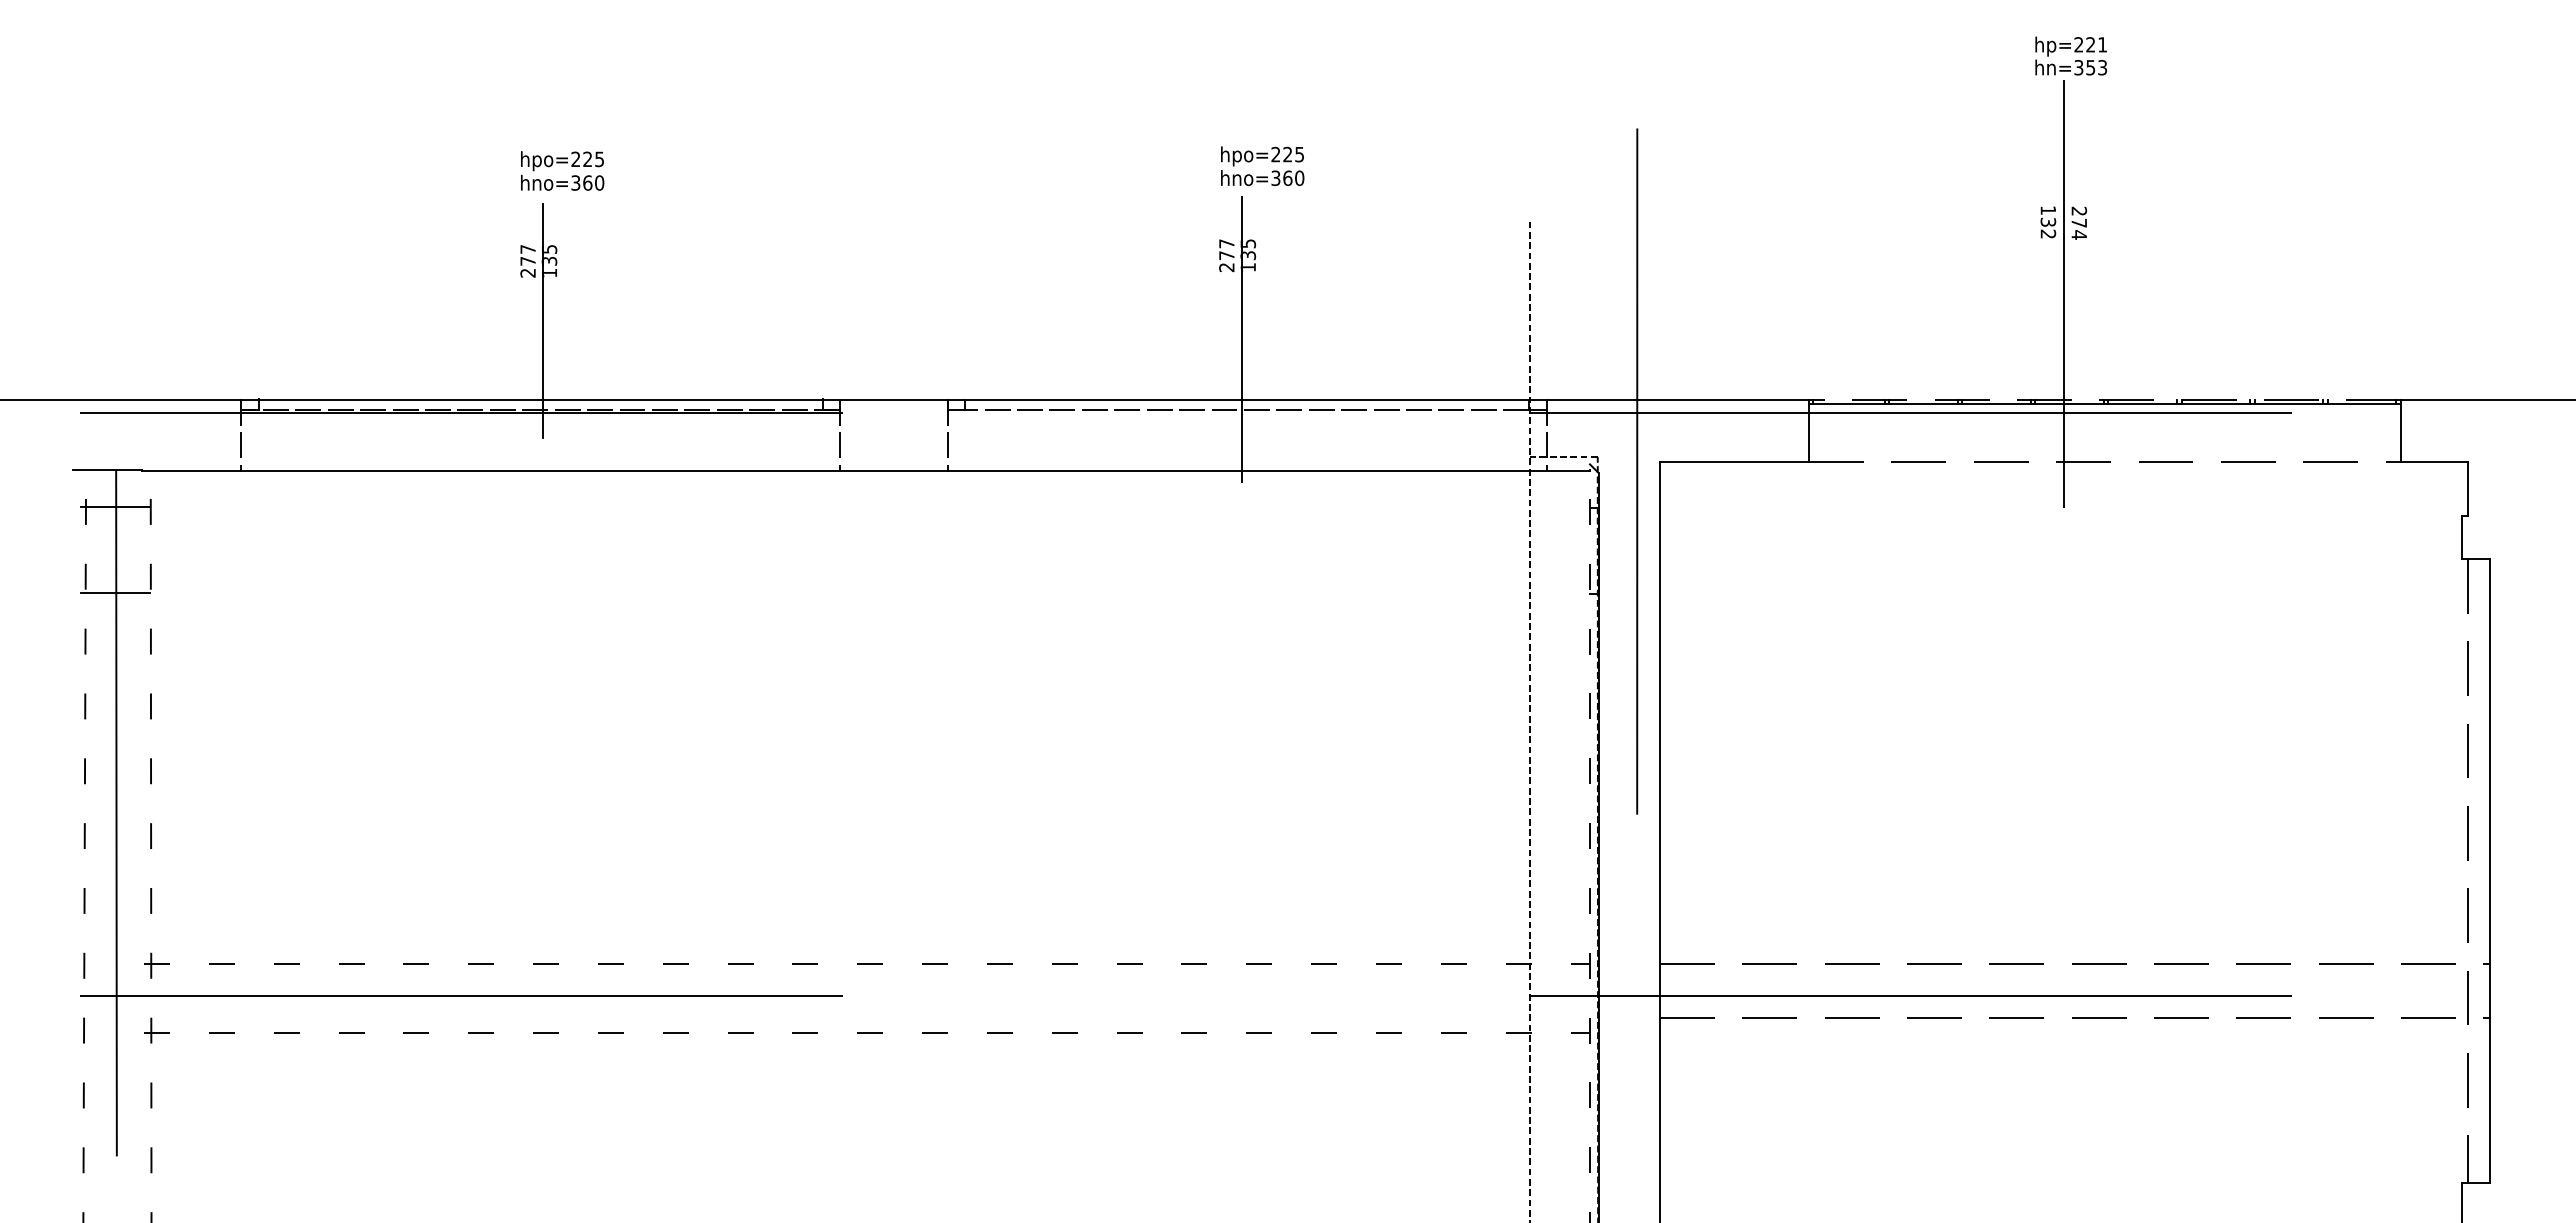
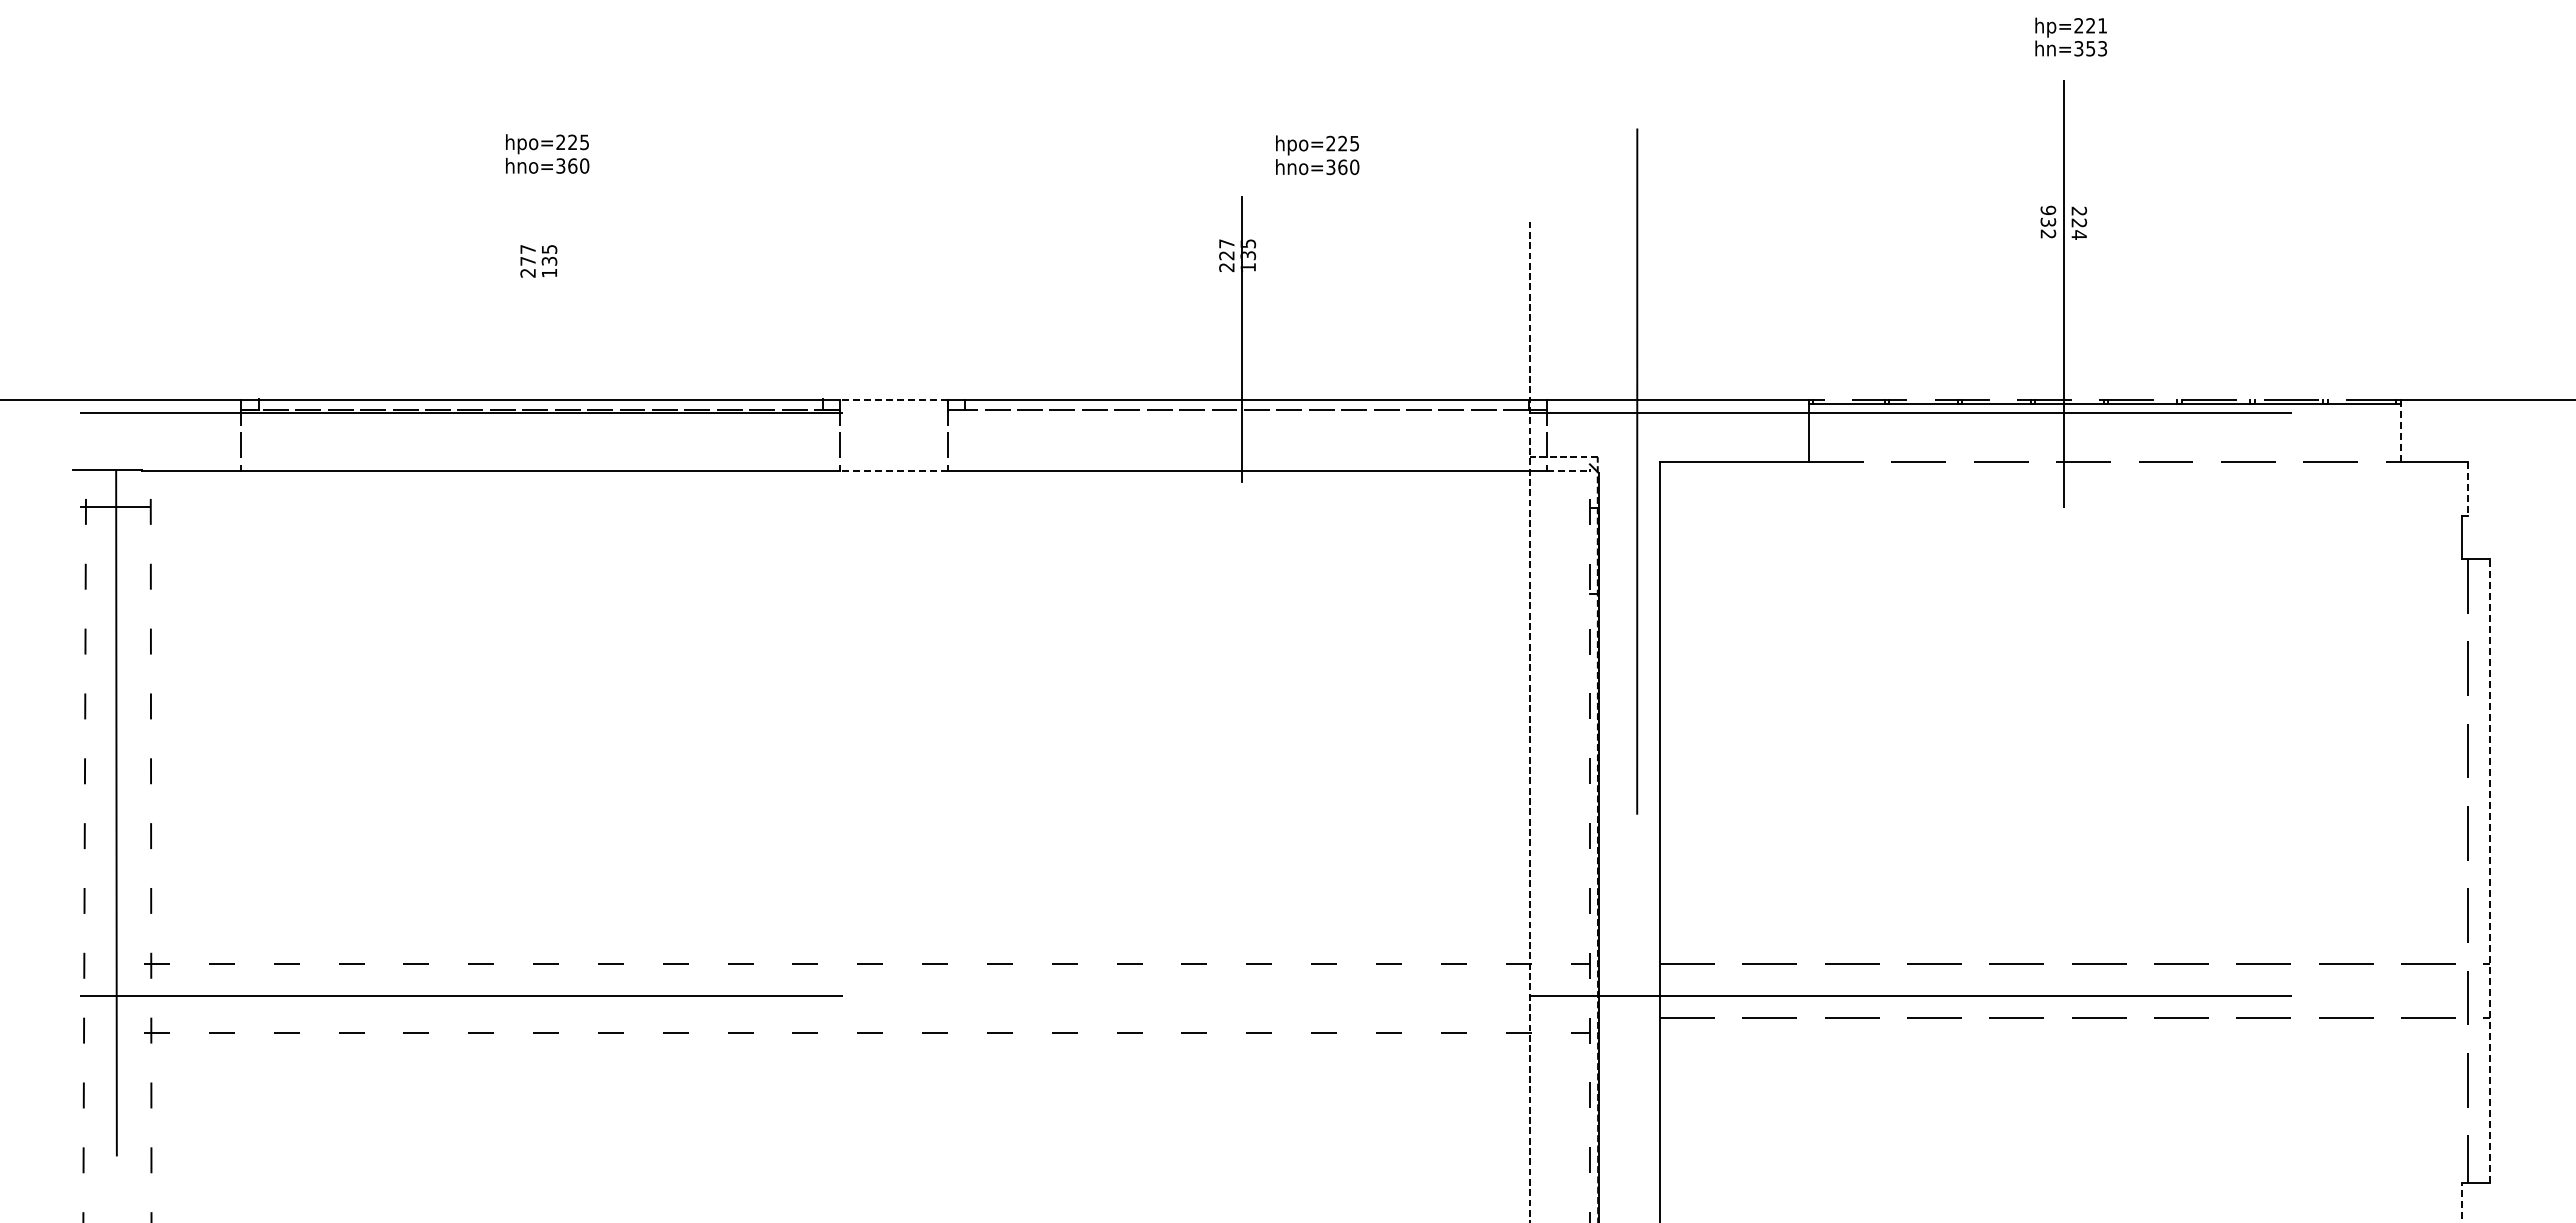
text at (2070, 55) position: (2070, 55) -> (2070, 36)
text at (1262, 166) position: (1262, 166) -> (1317, 155)
text at (562, 170) position: (562, 170) -> (547, 153)
text at (2048, 210): 132 -> 932
text at (2079, 222): 274 -> 224
text at (1226, 255): 277 -> 227
line at (543, 320): present -> none
line at (893, 399): solid -> dashed
line at (2401, 432): solid -> dashed
line at (893, 471): solid -> dashed
line at (1568, 471): solid -> dashed
line at (2468, 489): solid -> dashed
line at (115, 592): present -> none
line at (2489, 870): solid -> dashed
line at (2461, 1203): solid -> dashed
